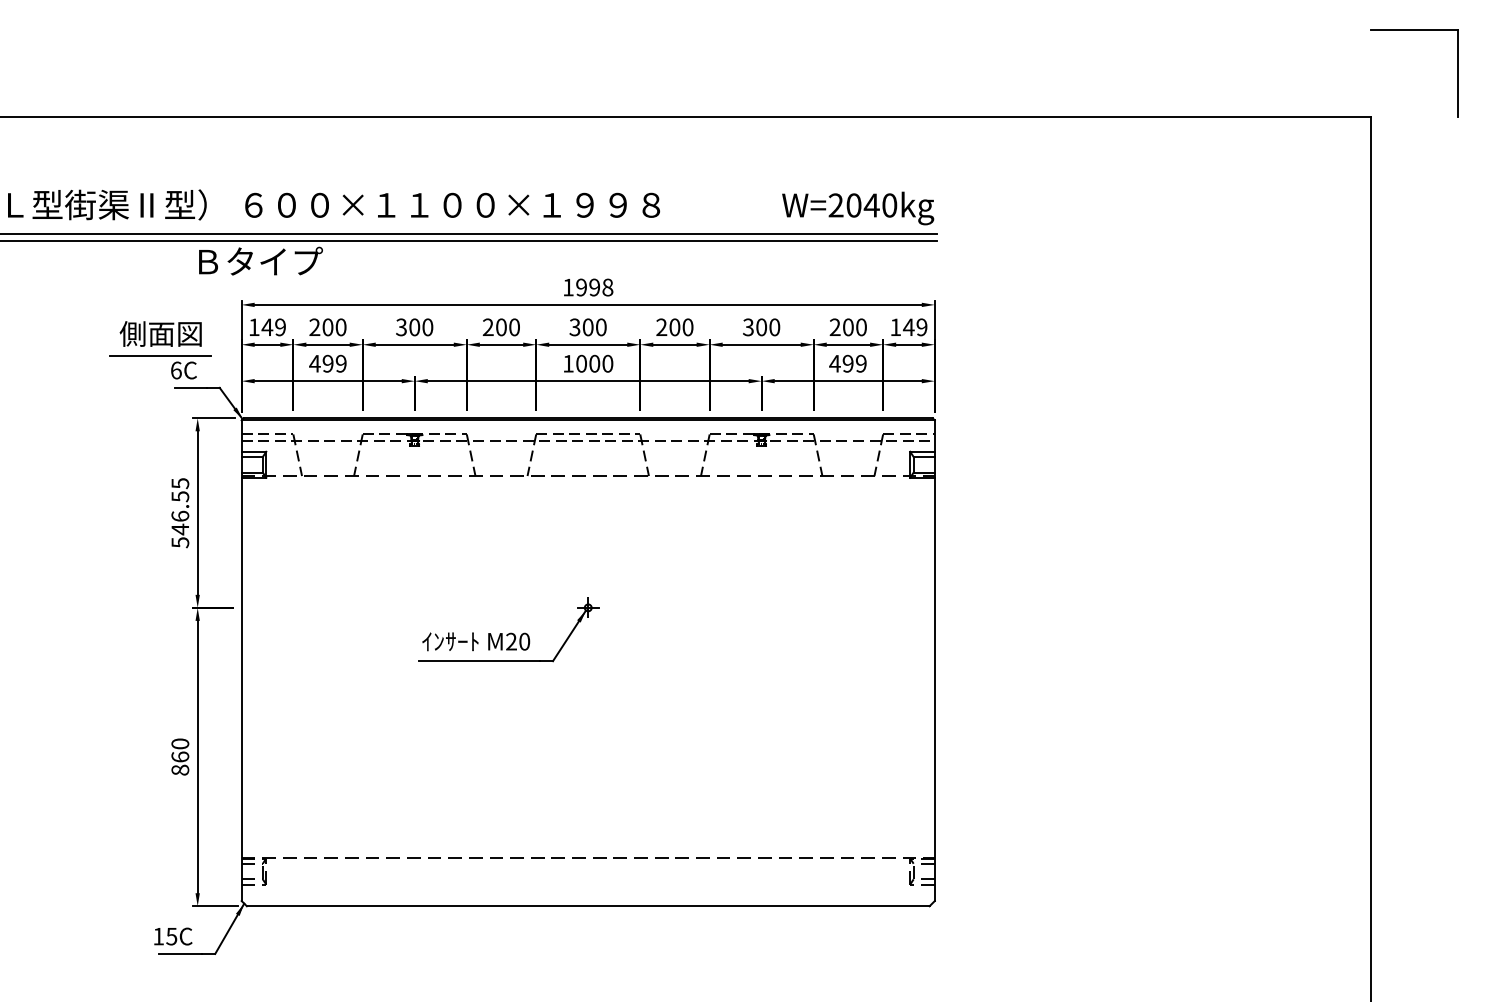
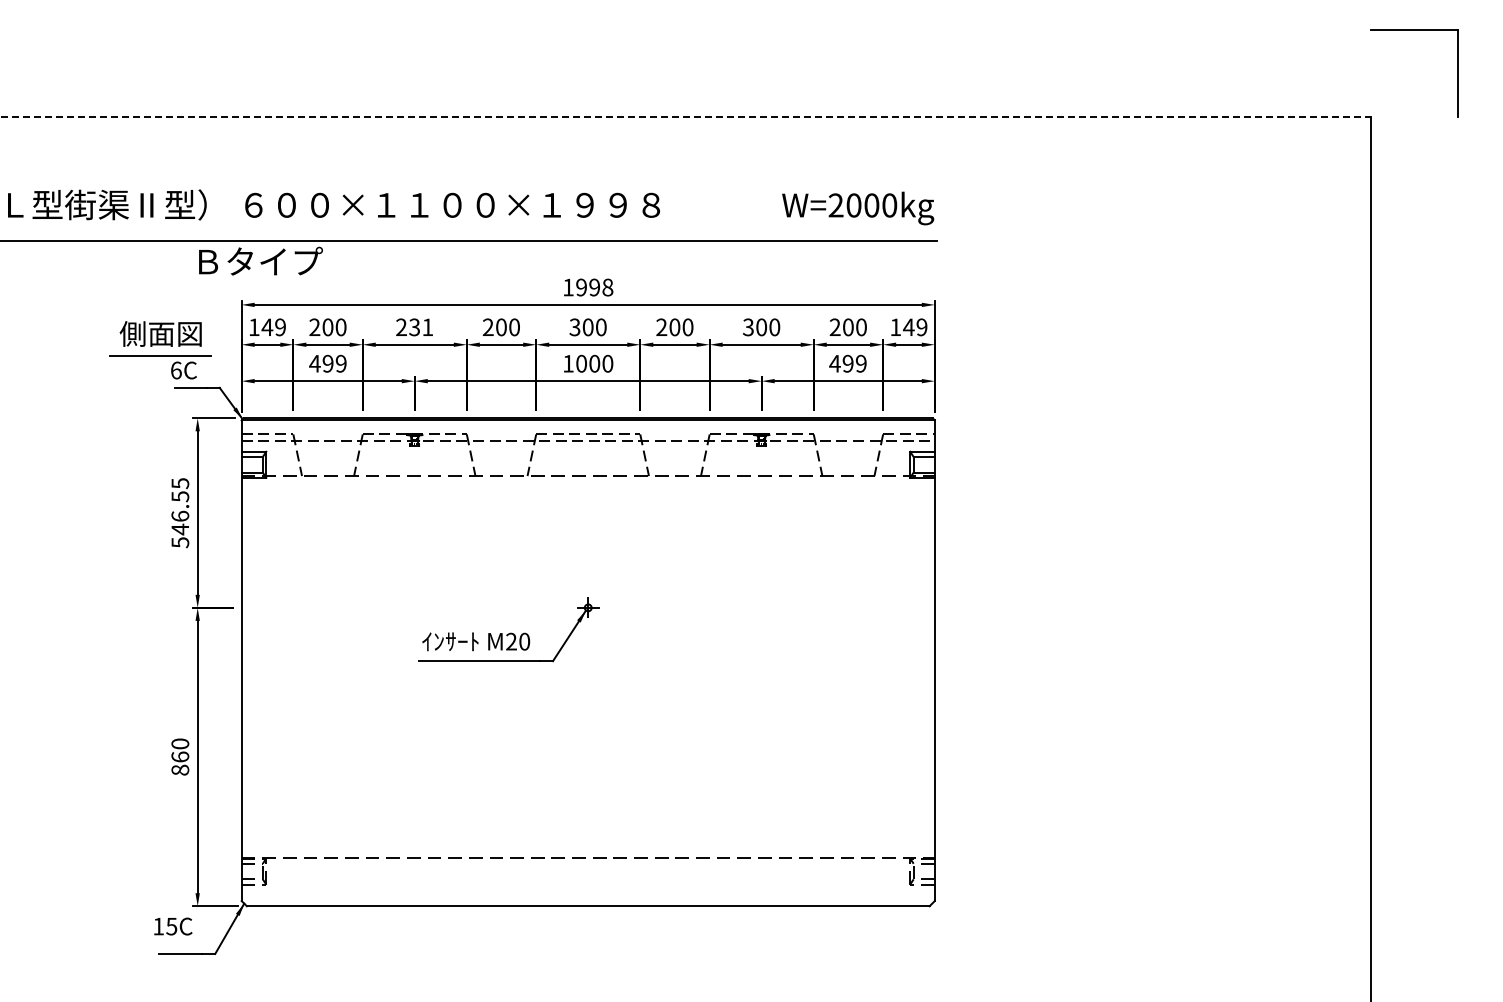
line at (686, 116): solid -> dashed
text at (871, 205): W=2040kg -> W=2000kg
line at (469, 233): present -> none
text at (414, 327): 300 -> 231
text at (173, 936) position: (173, 936) -> (173, 926)
